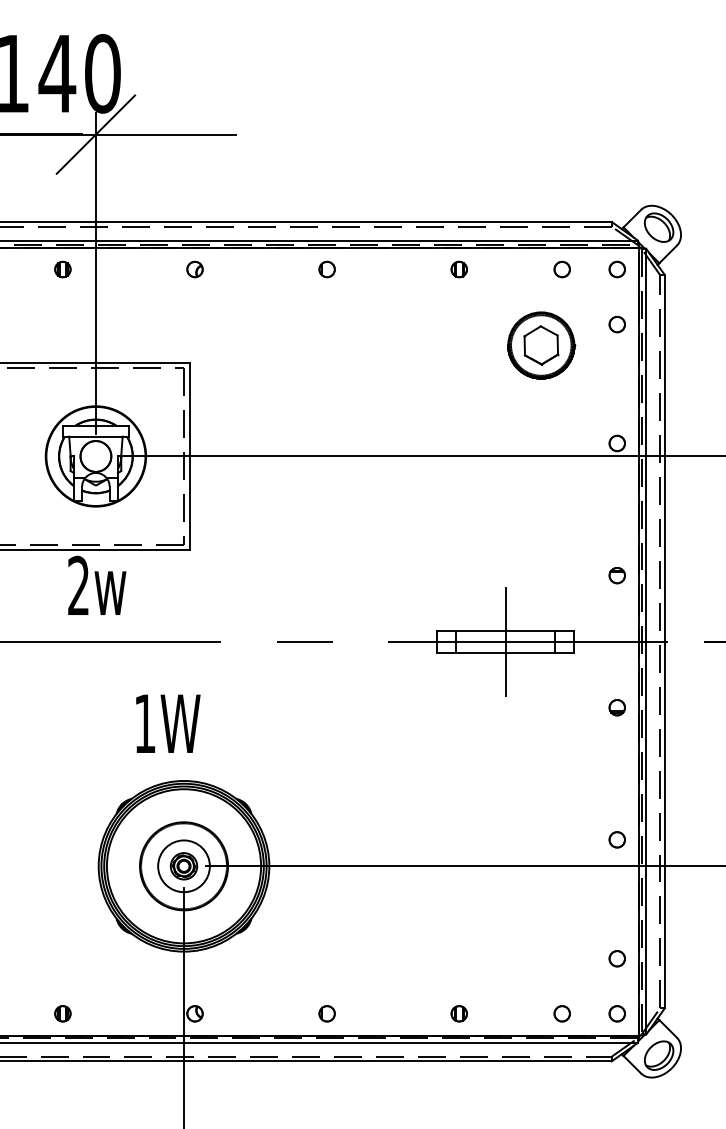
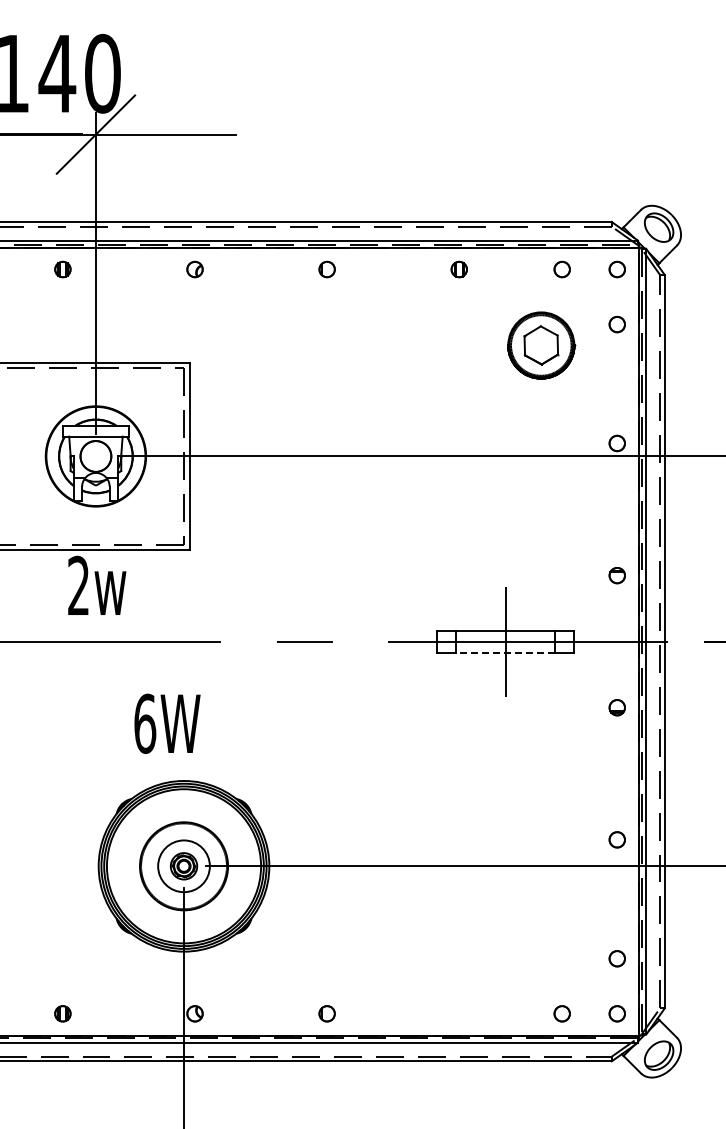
line at (505, 652): solid -> dashed
text at (145, 723): 1W -> 6W
part at (458, 1013): present -> none
